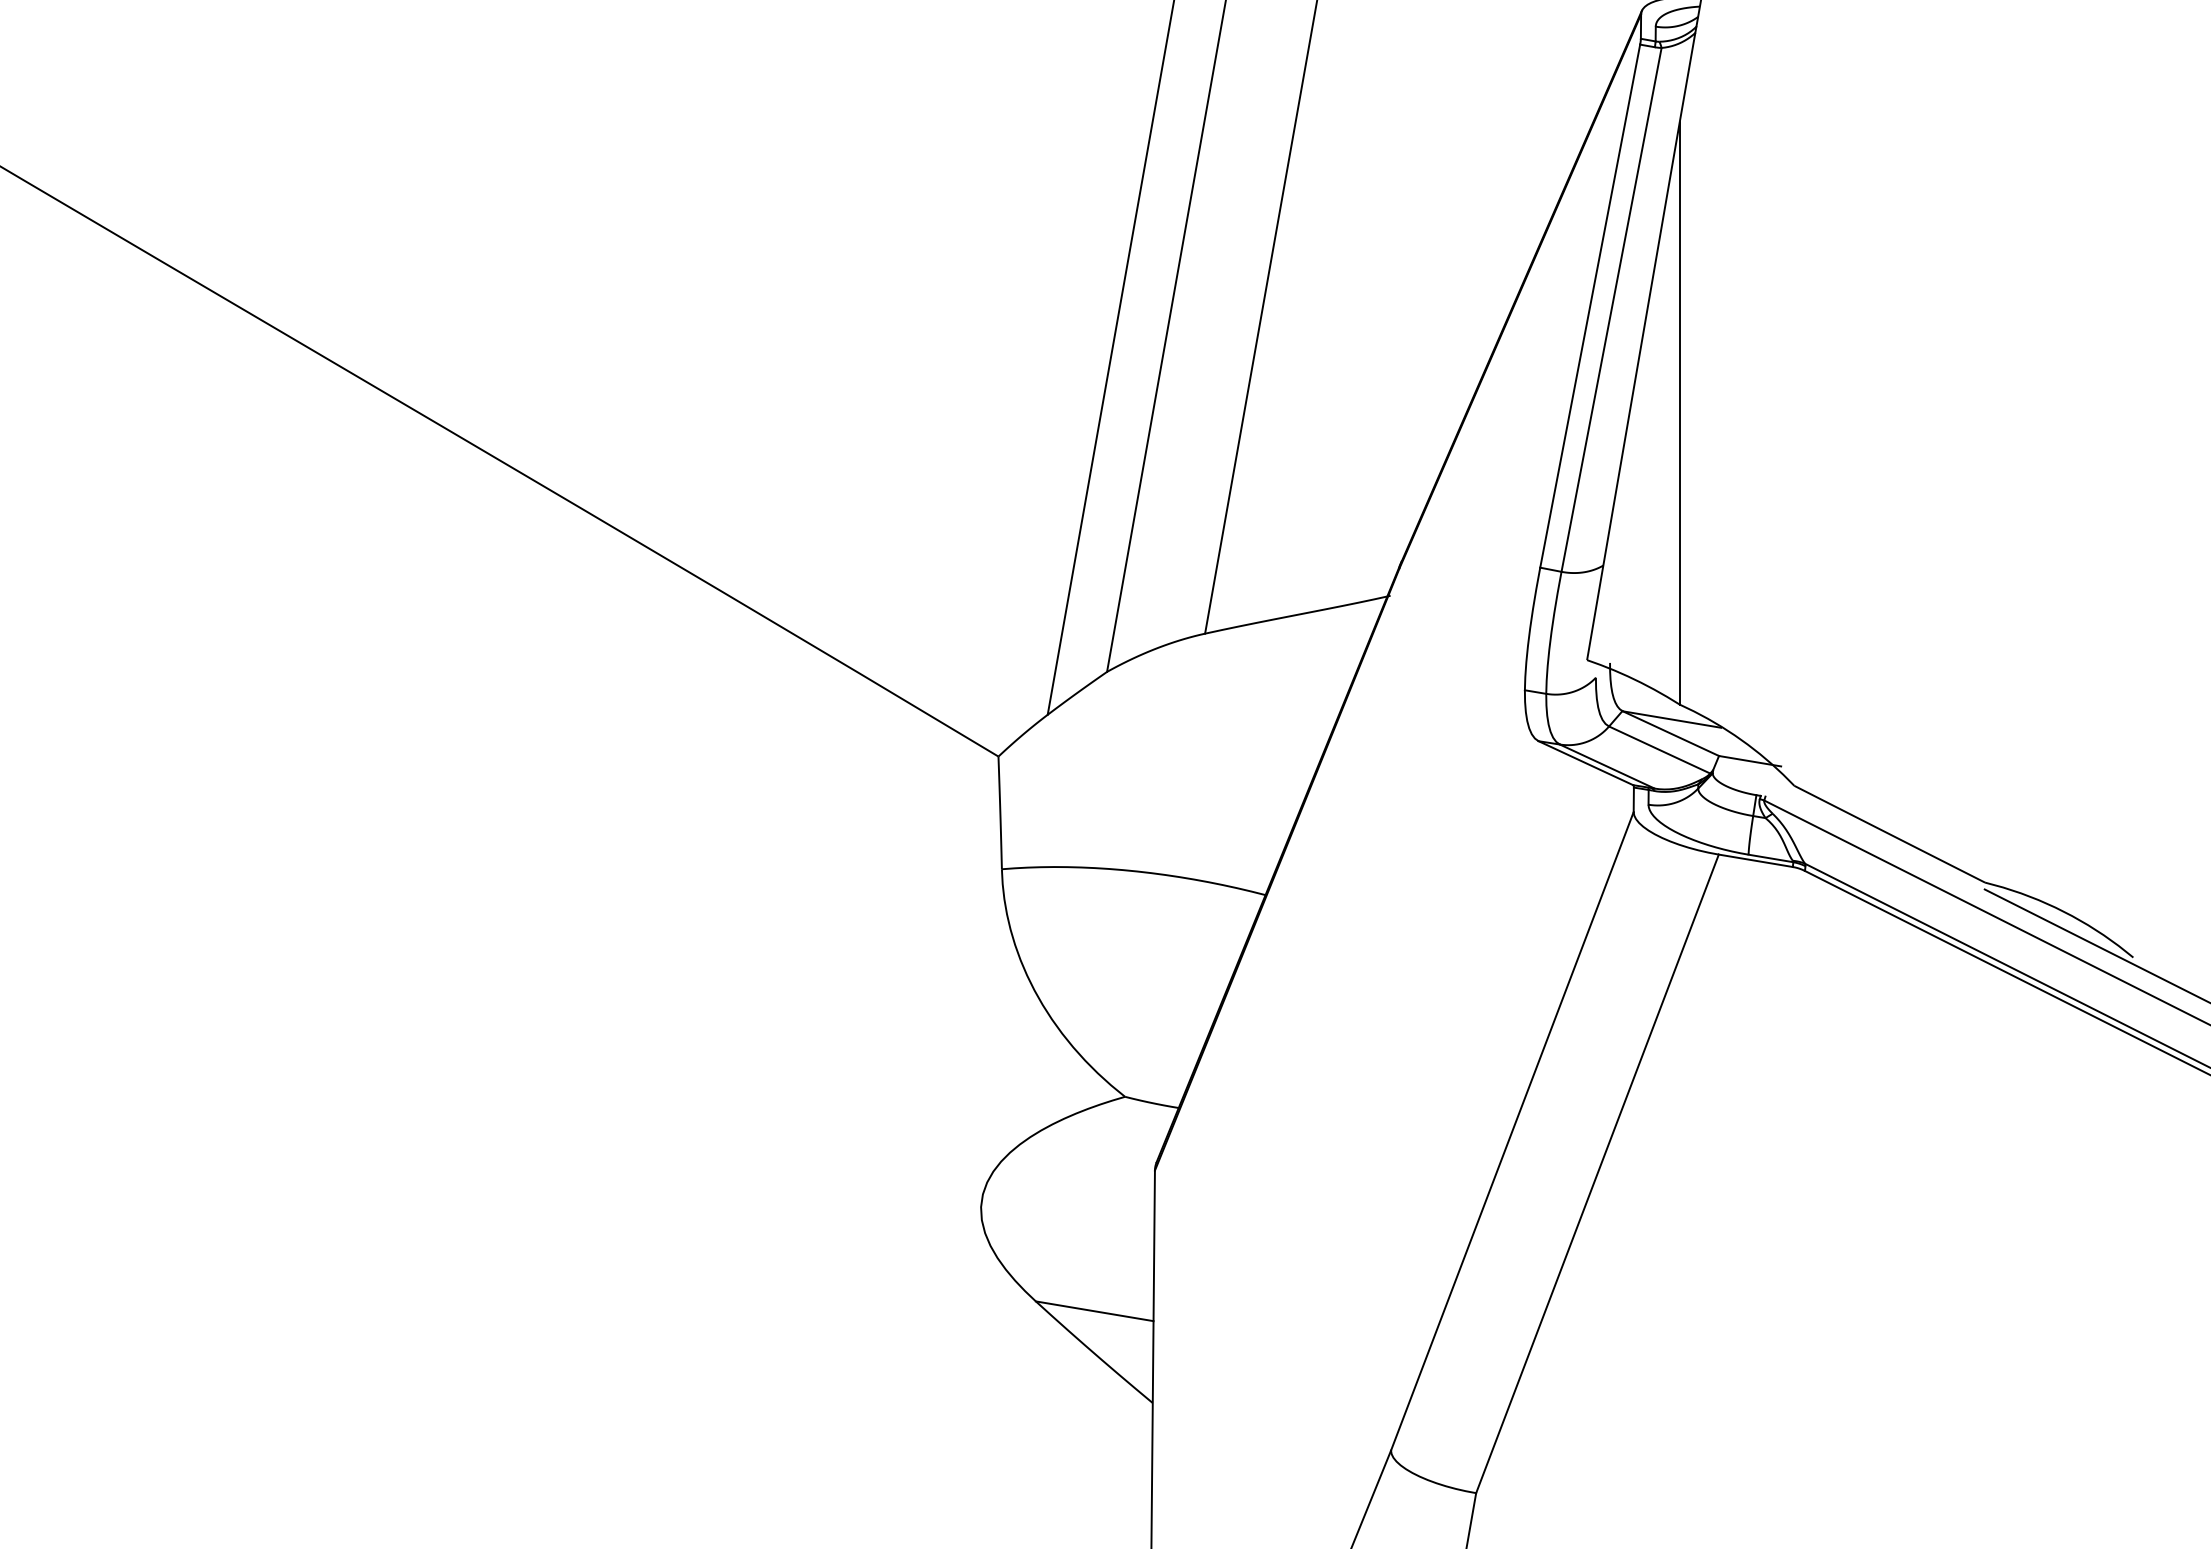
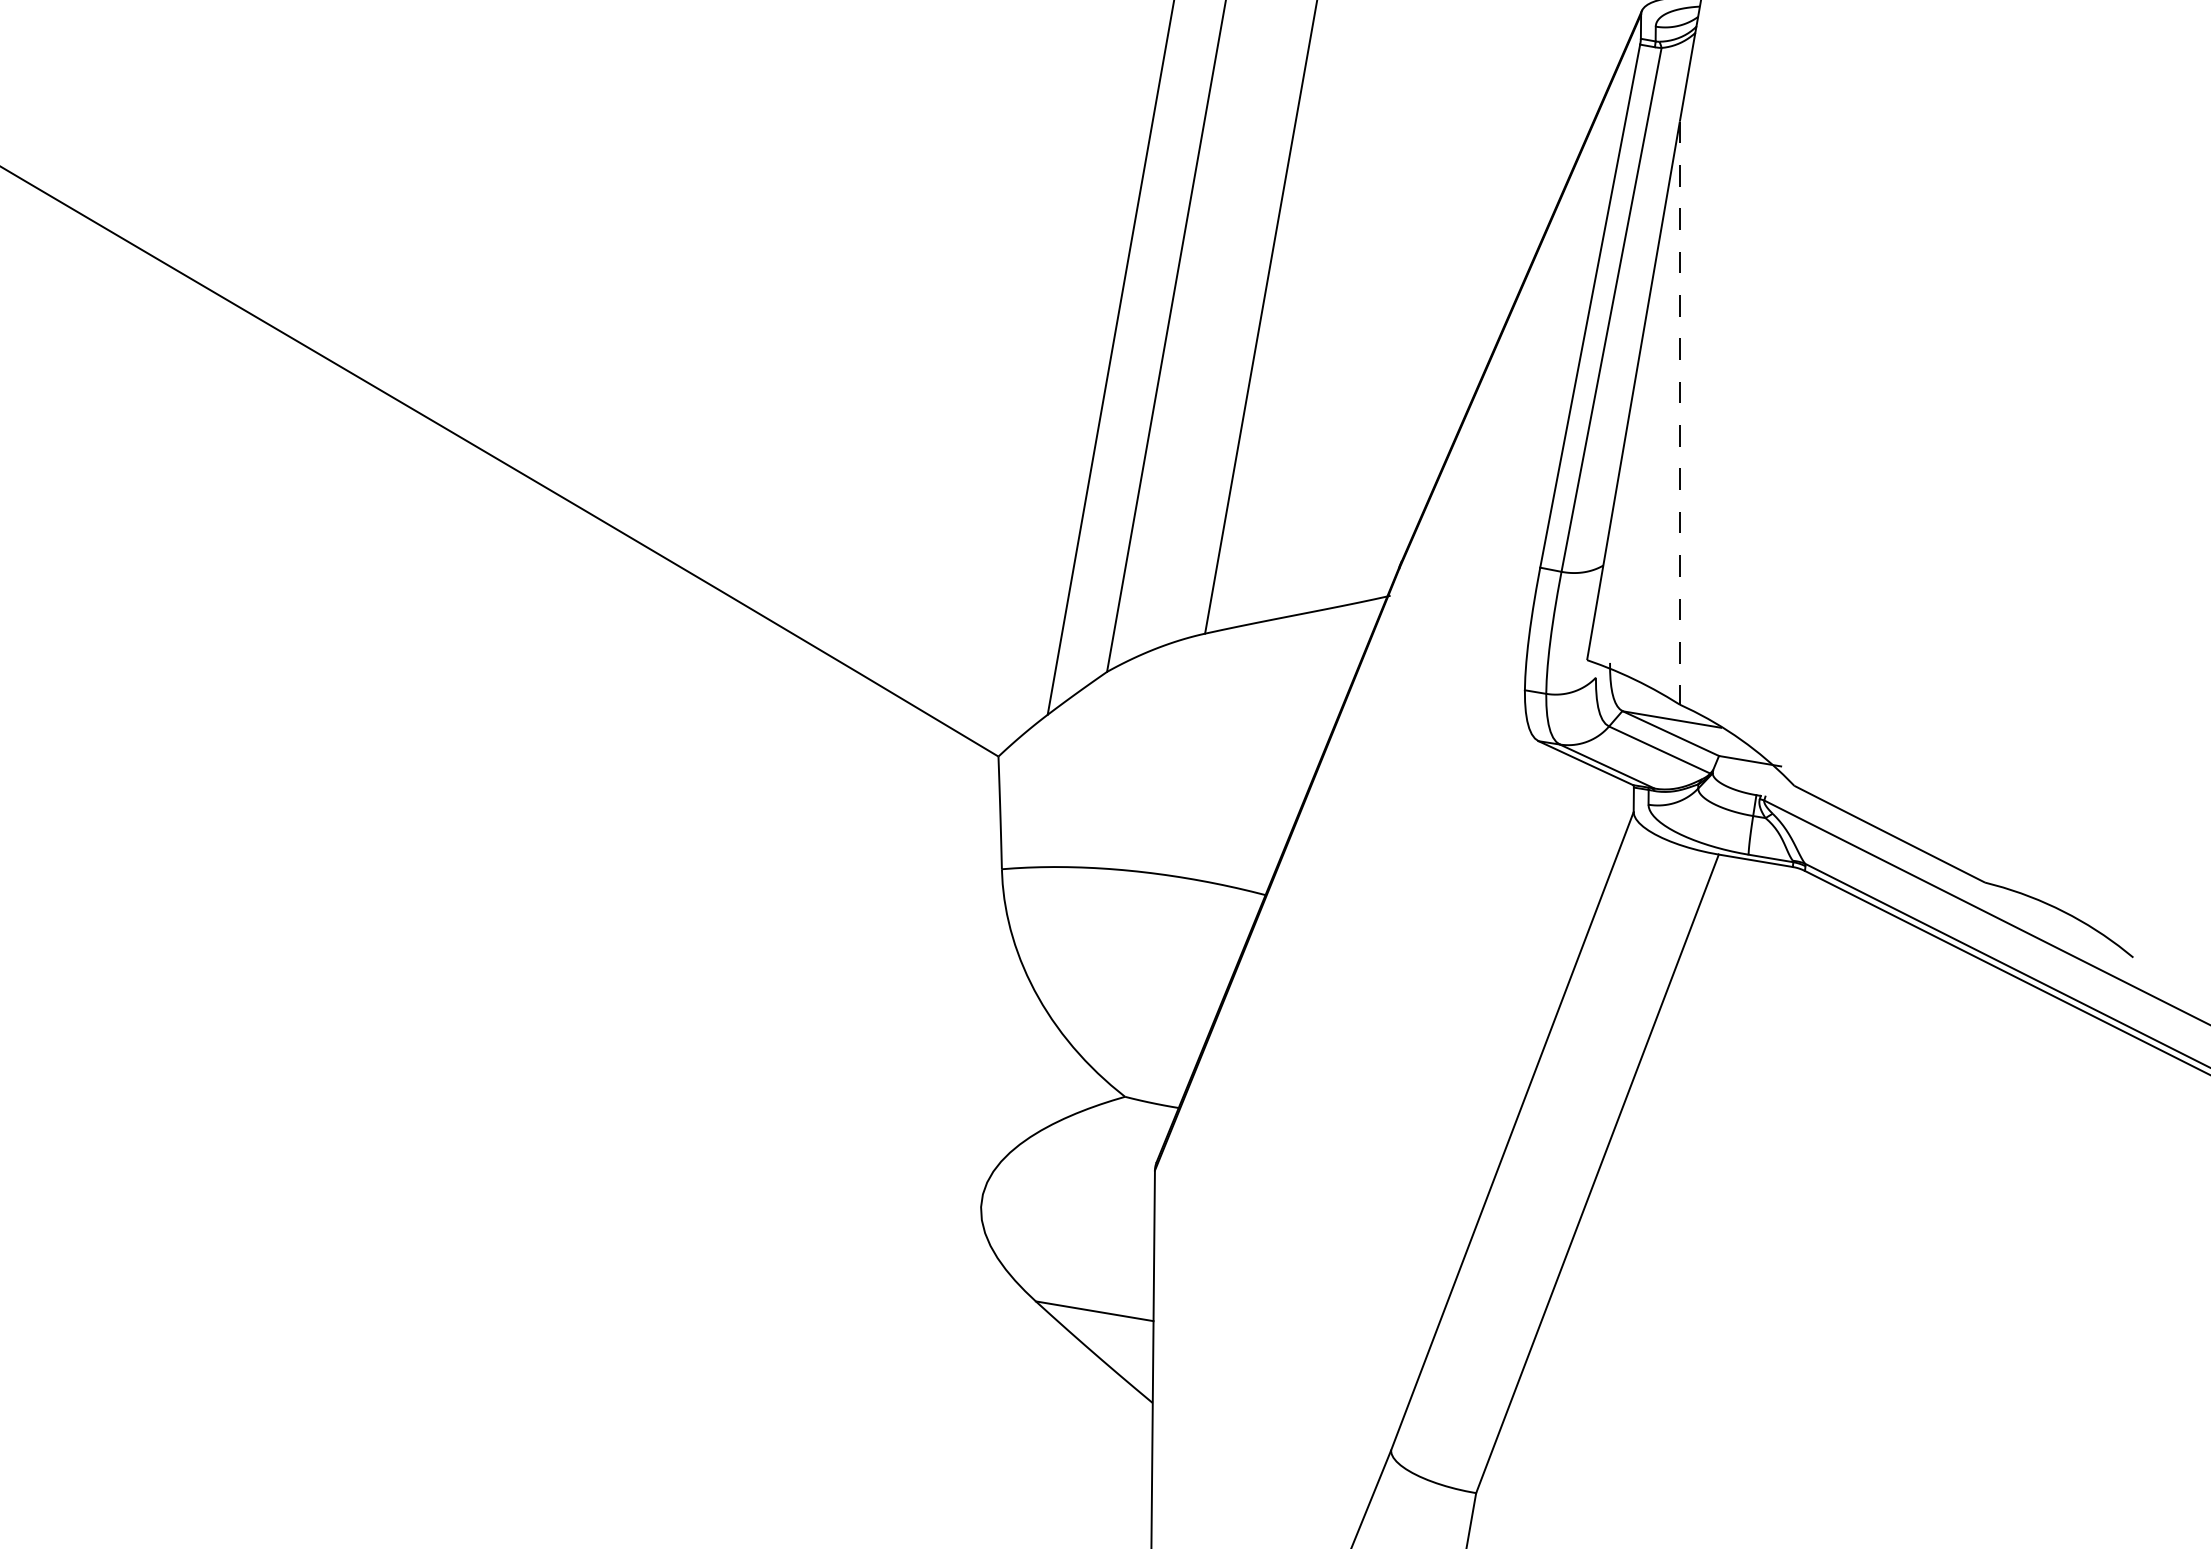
line at (1679, 413): solid -> dashed
line at (2095, 945): present -> none
